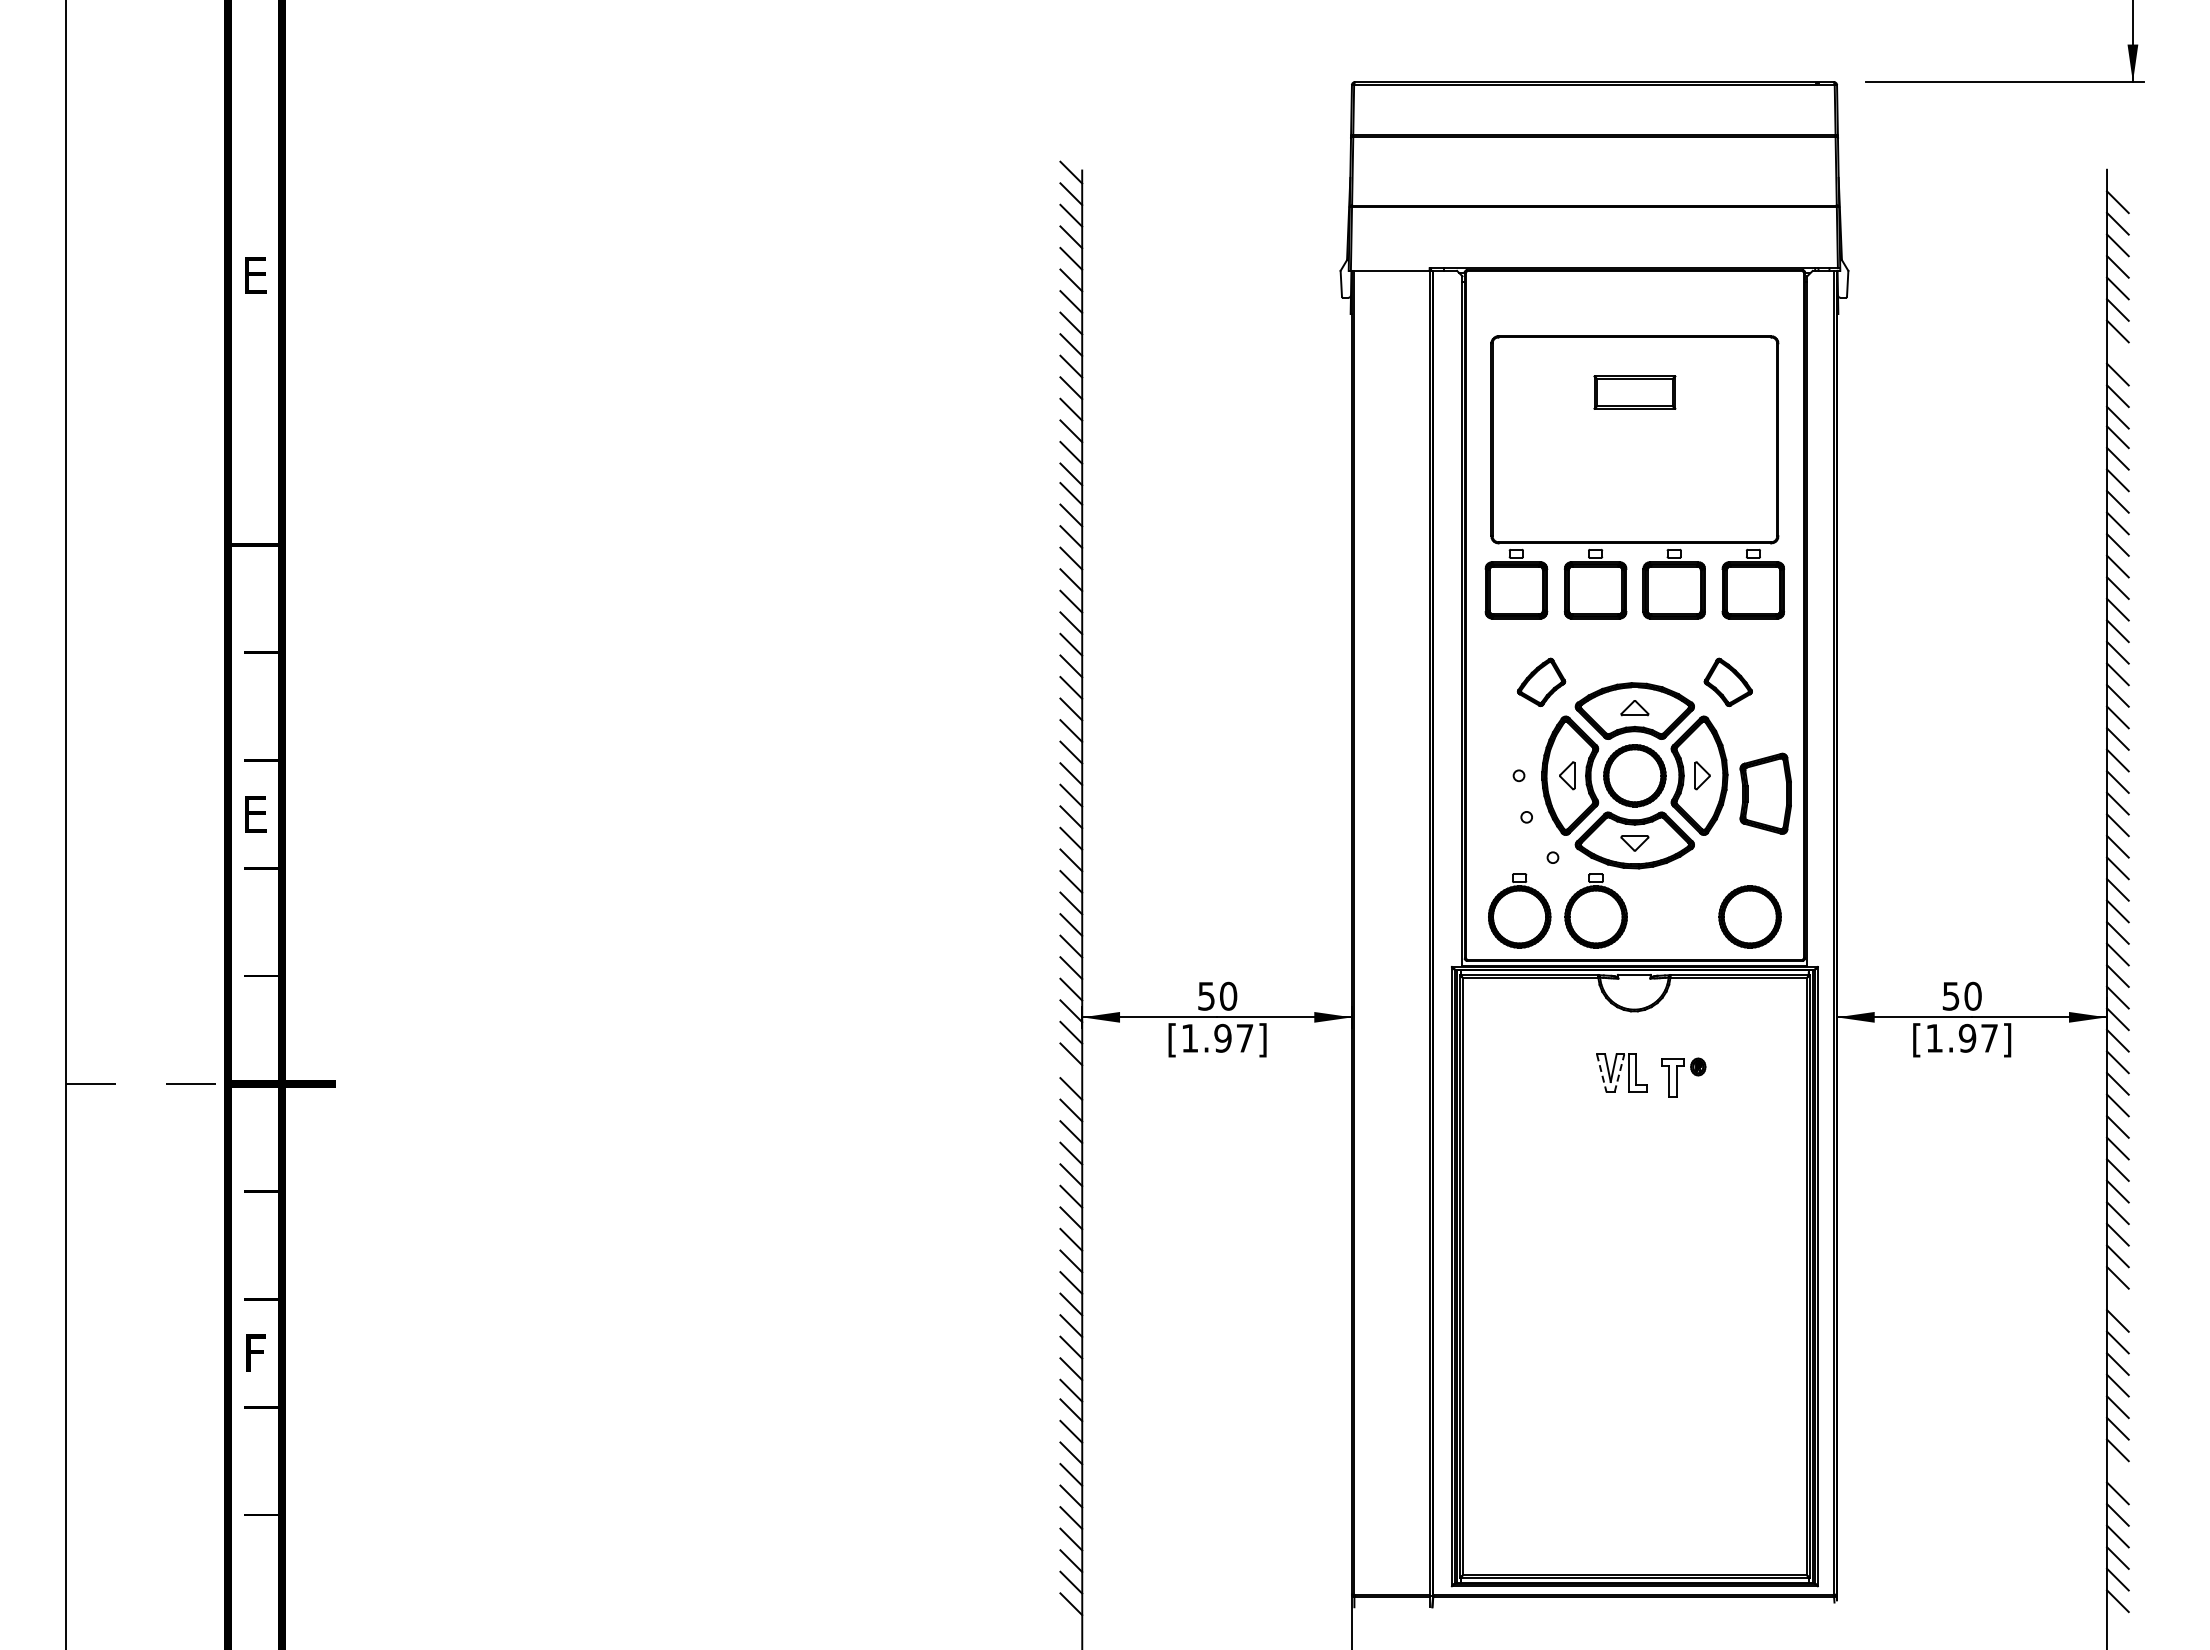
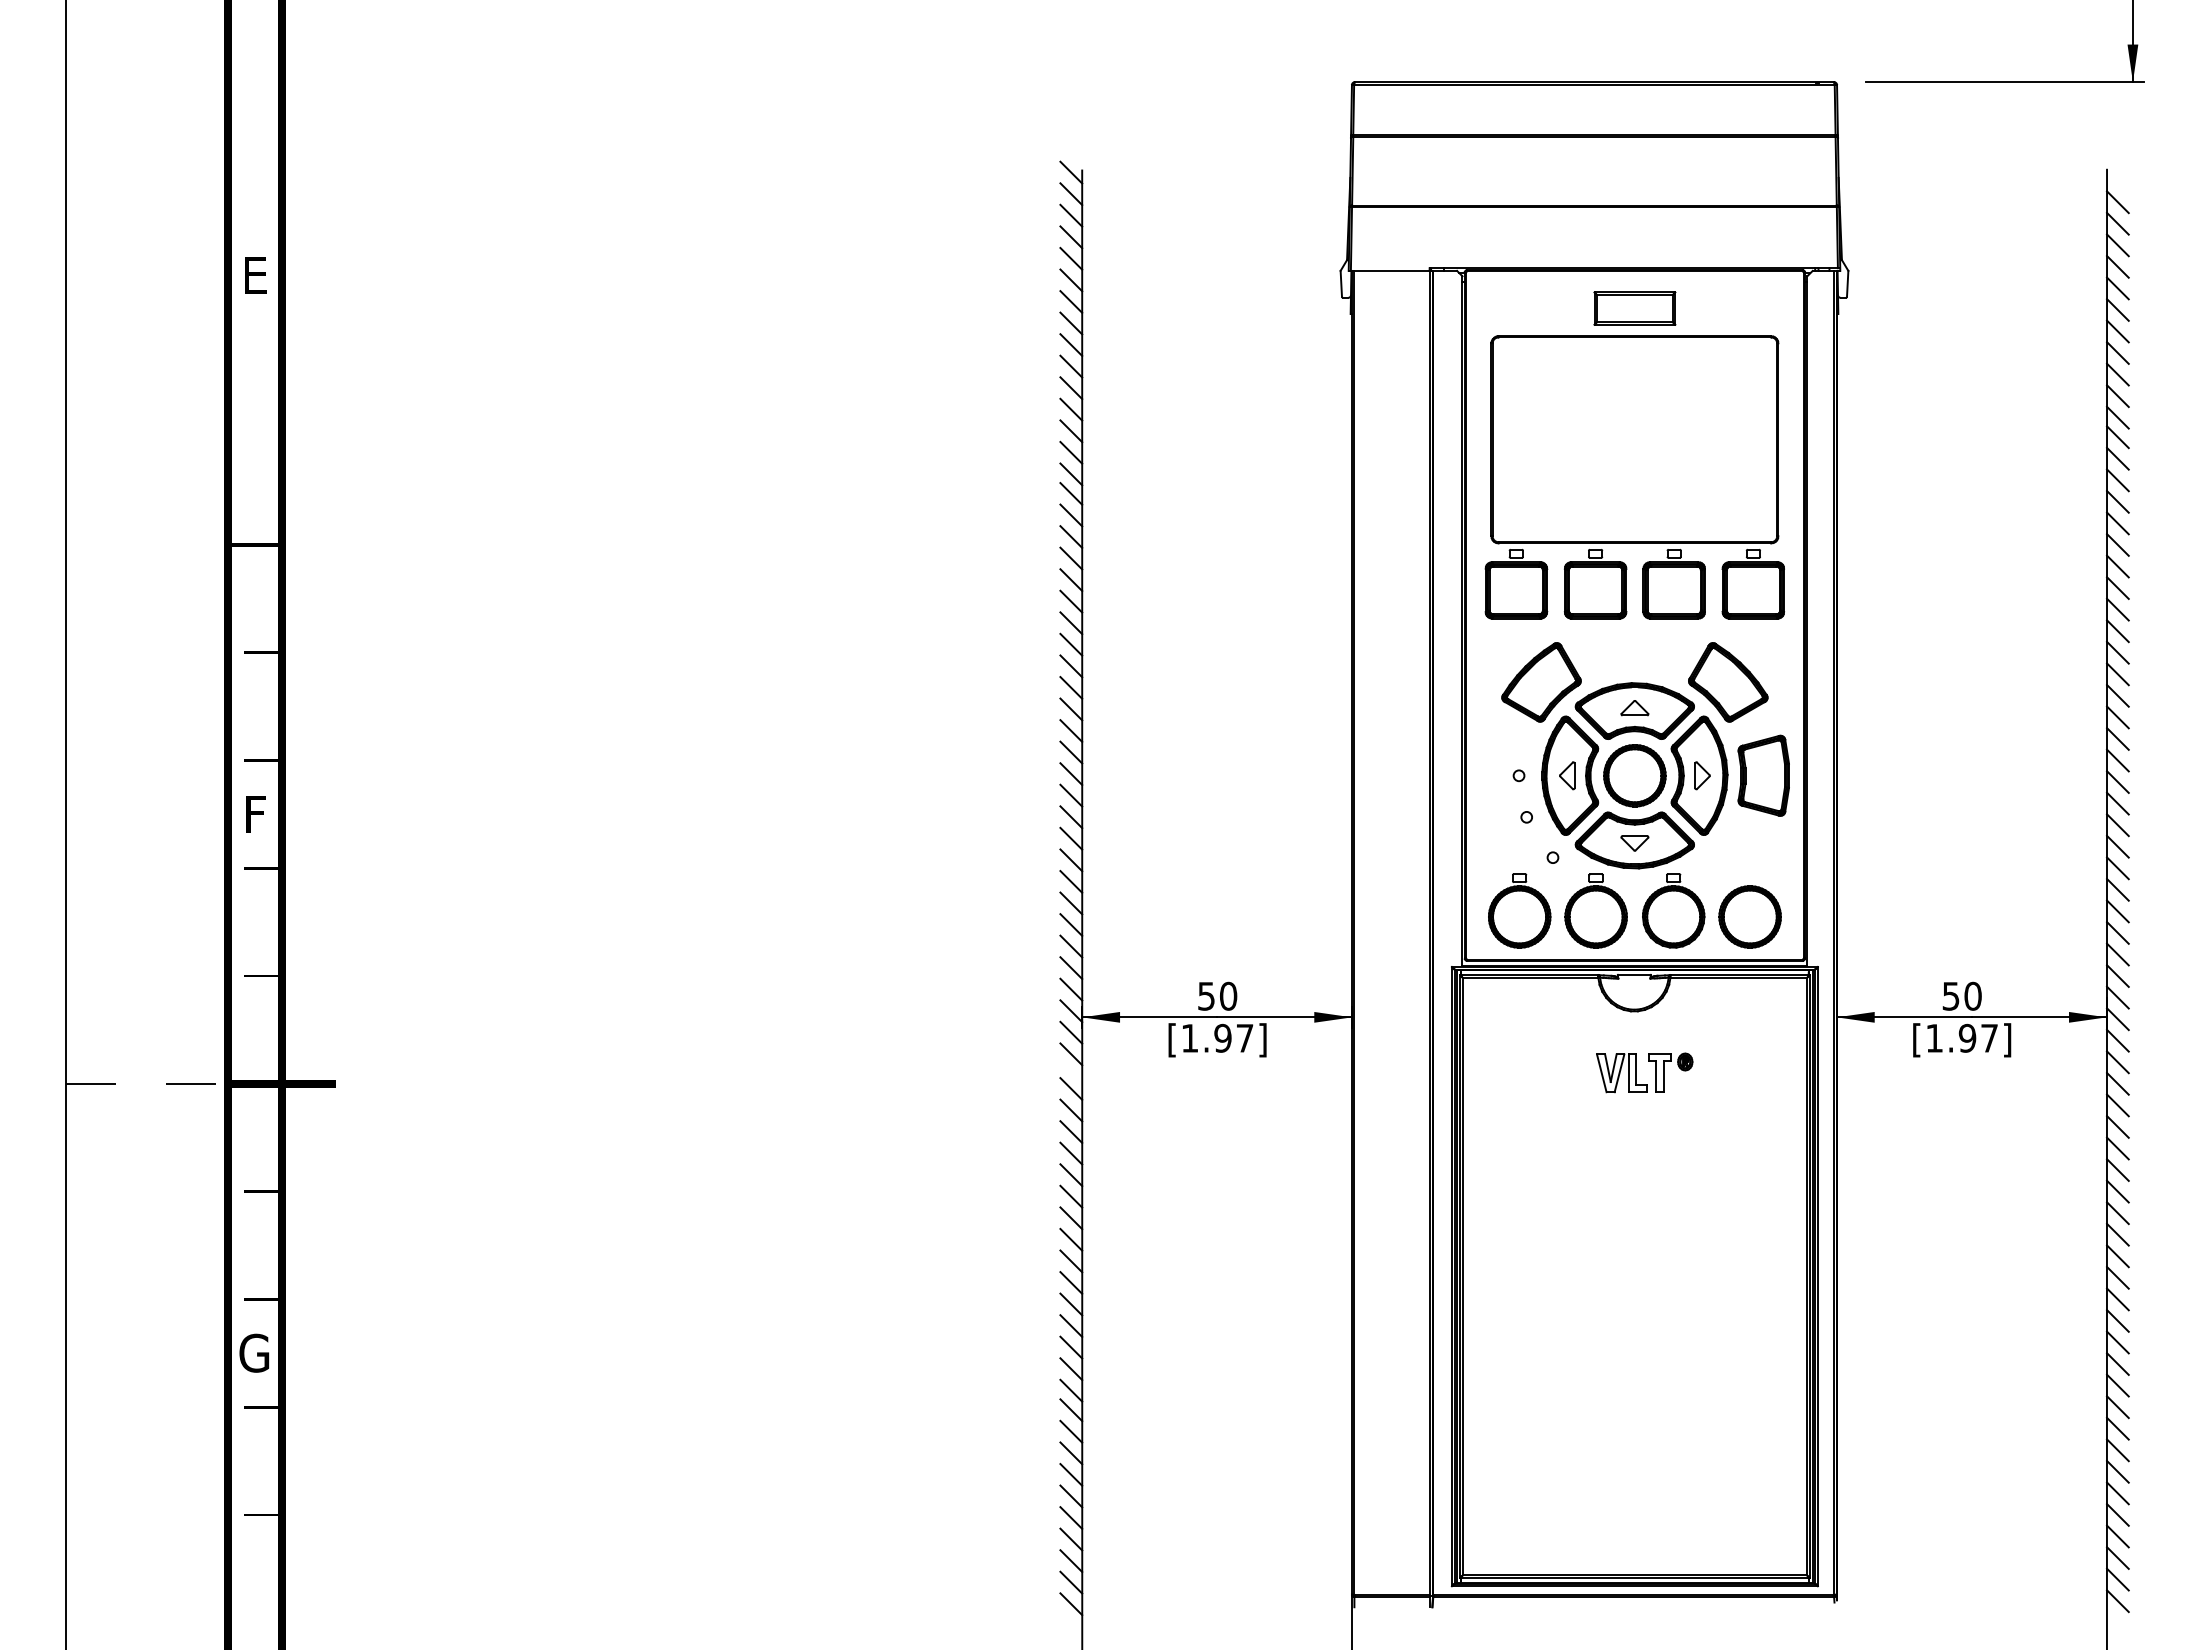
line at (2117, 352): none -> present
part at (1634, 392) position: (1634, 392) -> (1634, 308)
part at (1541, 681) size: 51x50 px -> 81x81 px
part at (1727, 681) size: 50x50 px -> 81x81 px
part at (1765, 793) position: (1765, 793) -> (1763, 775)
text at (255, 814): E -> F
part at (1673, 910): none -> present
line at (1619, 1072): dashed -> solid
line at (1601, 1073): dashed -> solid
part at (1683, 1077) position: (1683, 1077) -> (1670, 1072)
line at (2117, 1299): none -> present
text at (254, 1352): F -> G
line at (2117, 1471): none -> present
